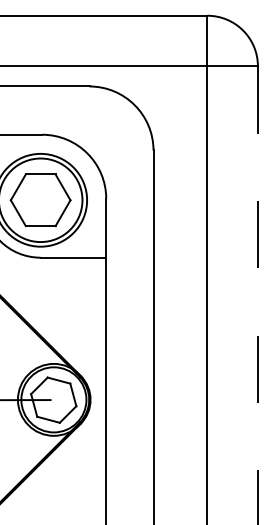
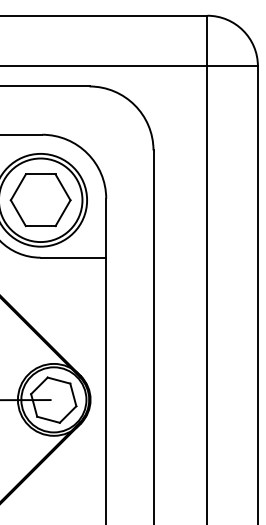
line at (257, 296): dashed -> solid
